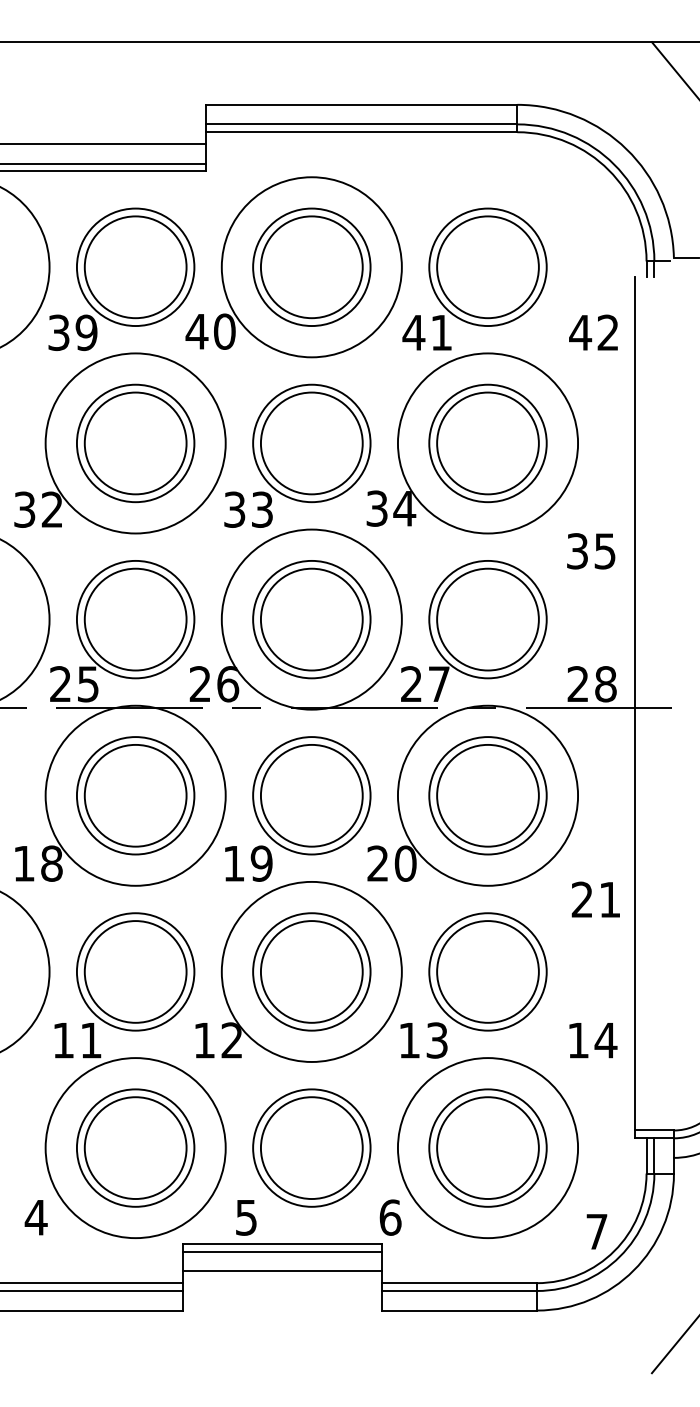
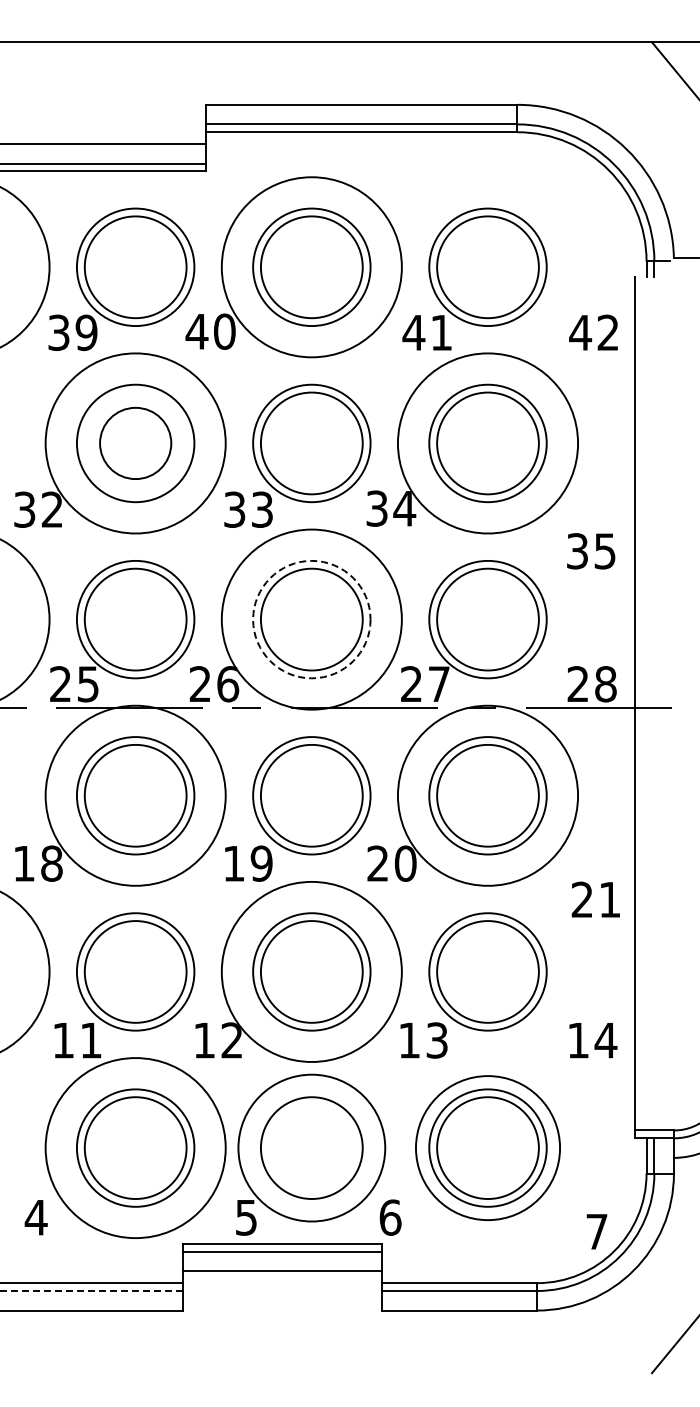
circle at (135, 443) diameter: 102 px -> 71 px
circle at (311, 619): solid -> dashed
circle at (311, 1147) diameter: 117 px -> 147 px
circle at (487, 1148) diameter: 180 px -> 144 px
line at (91, 1290): solid -> dashed
